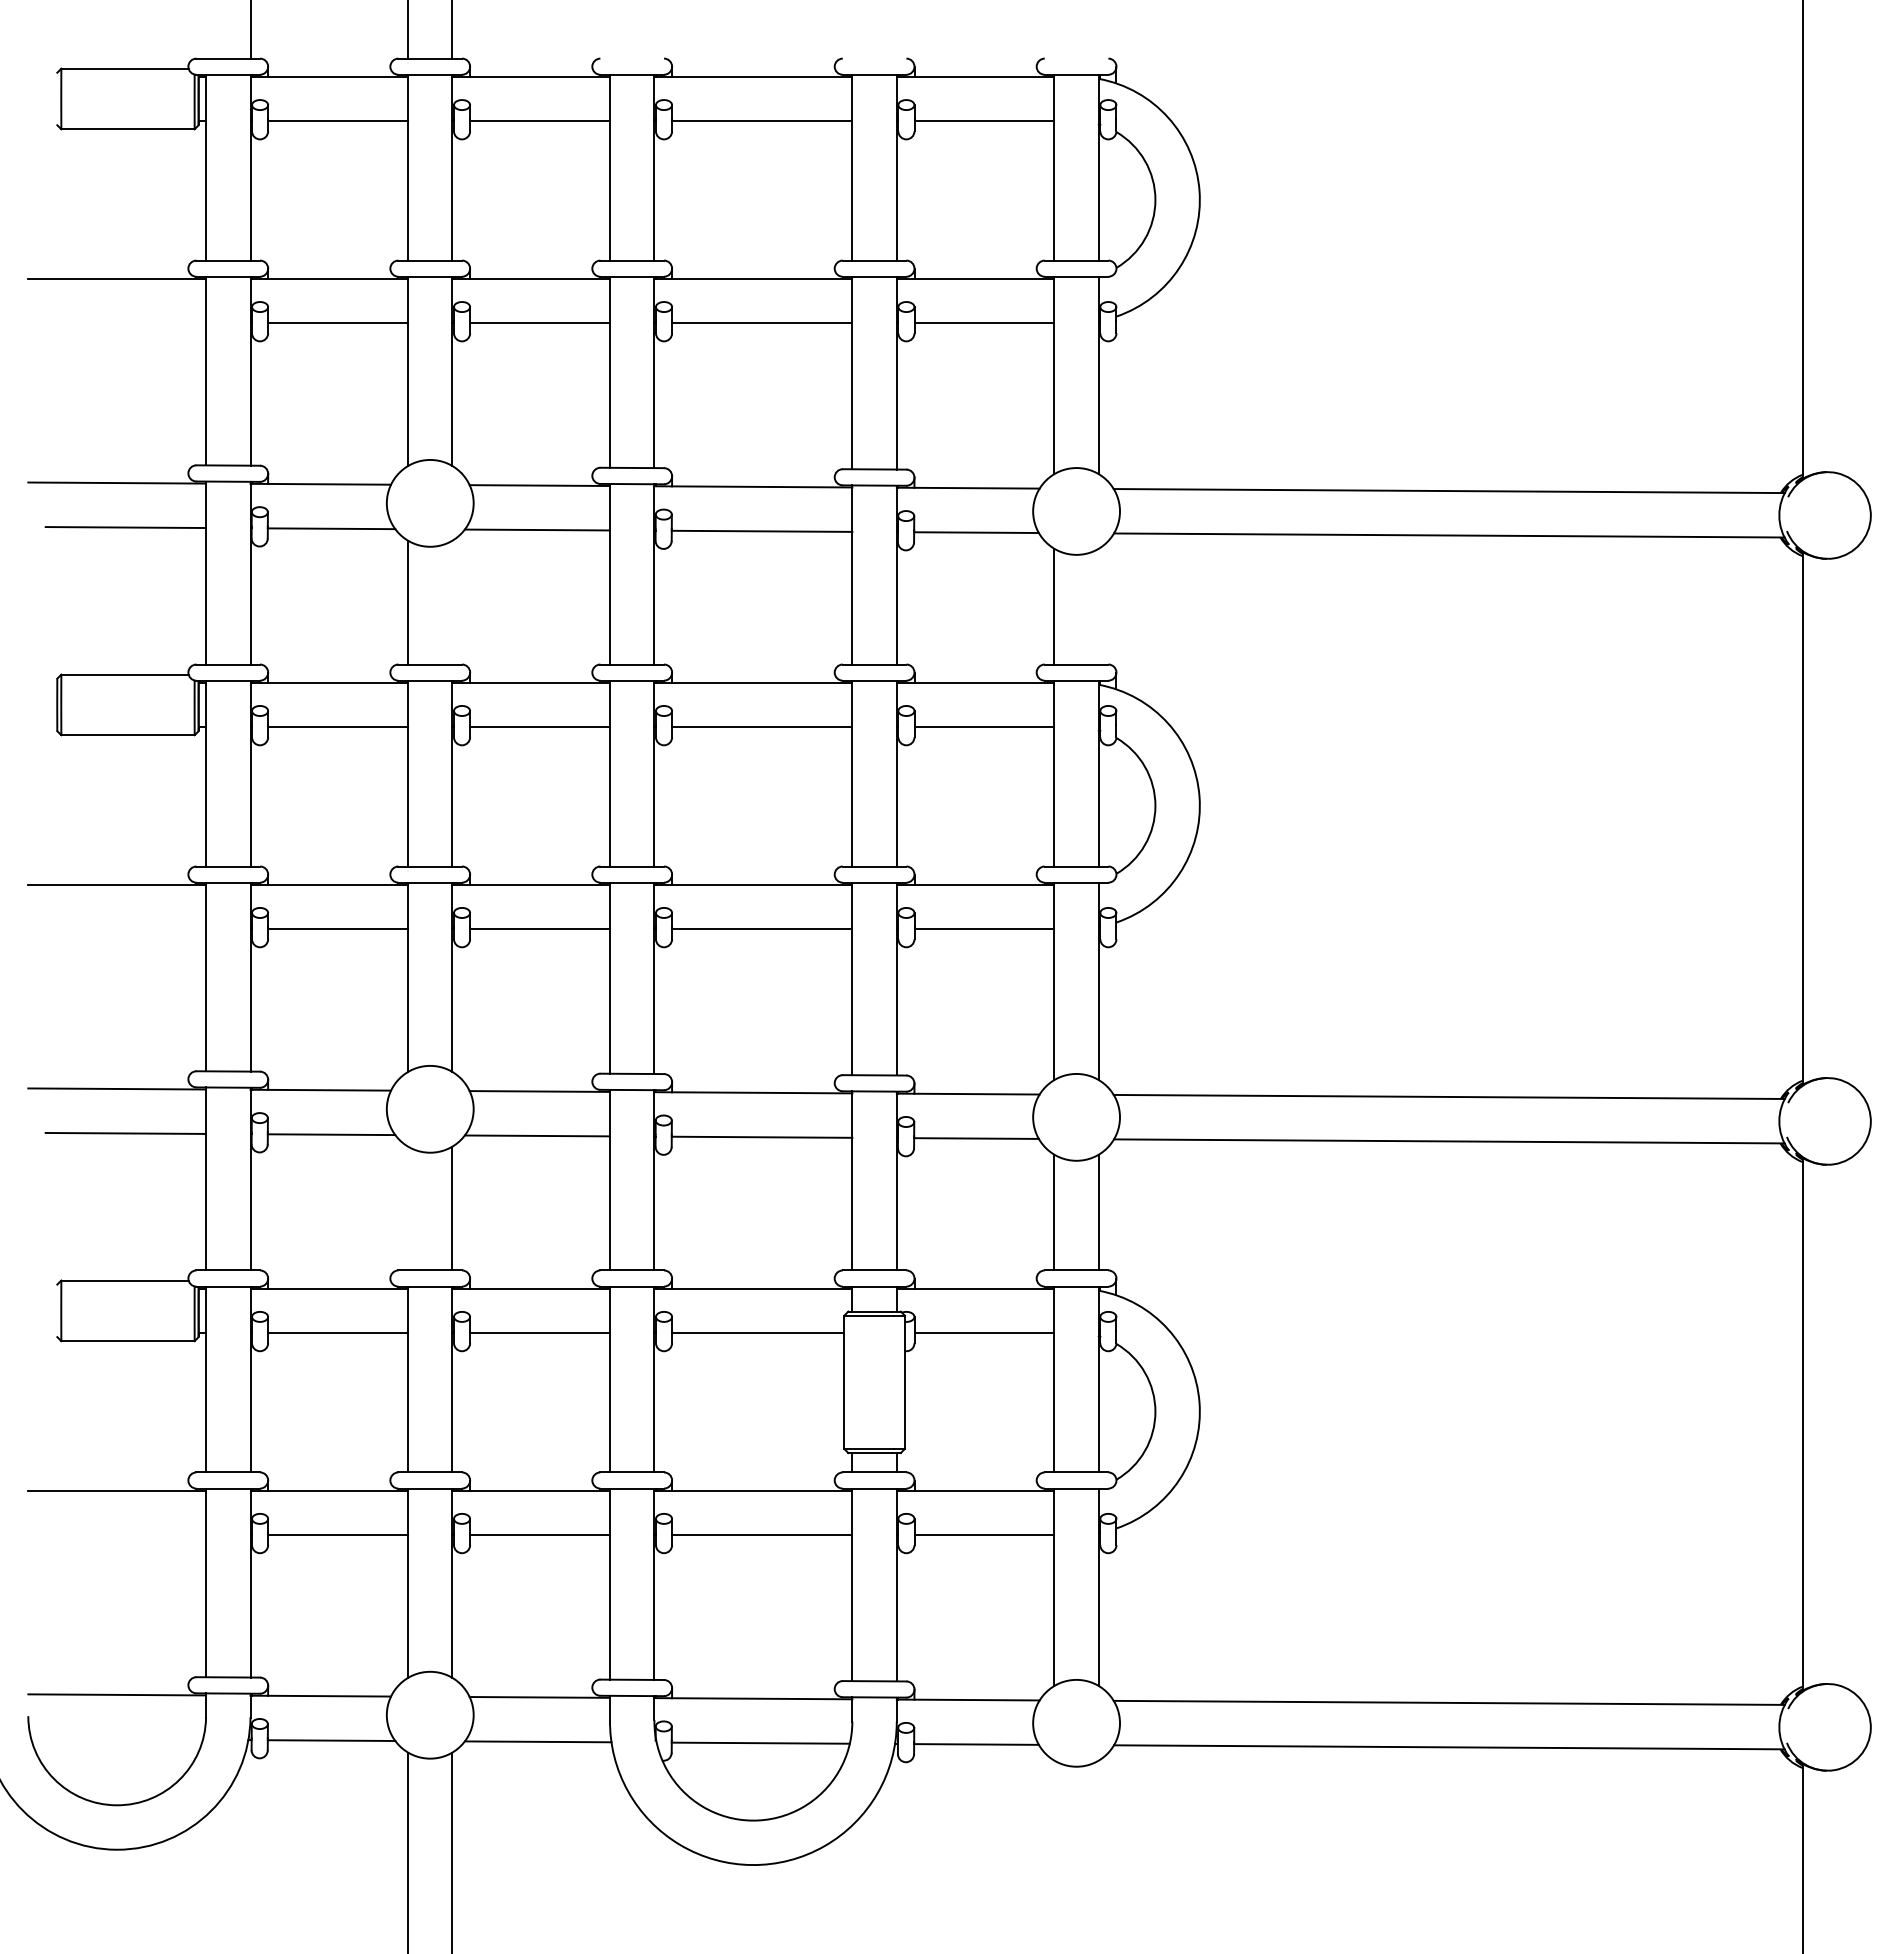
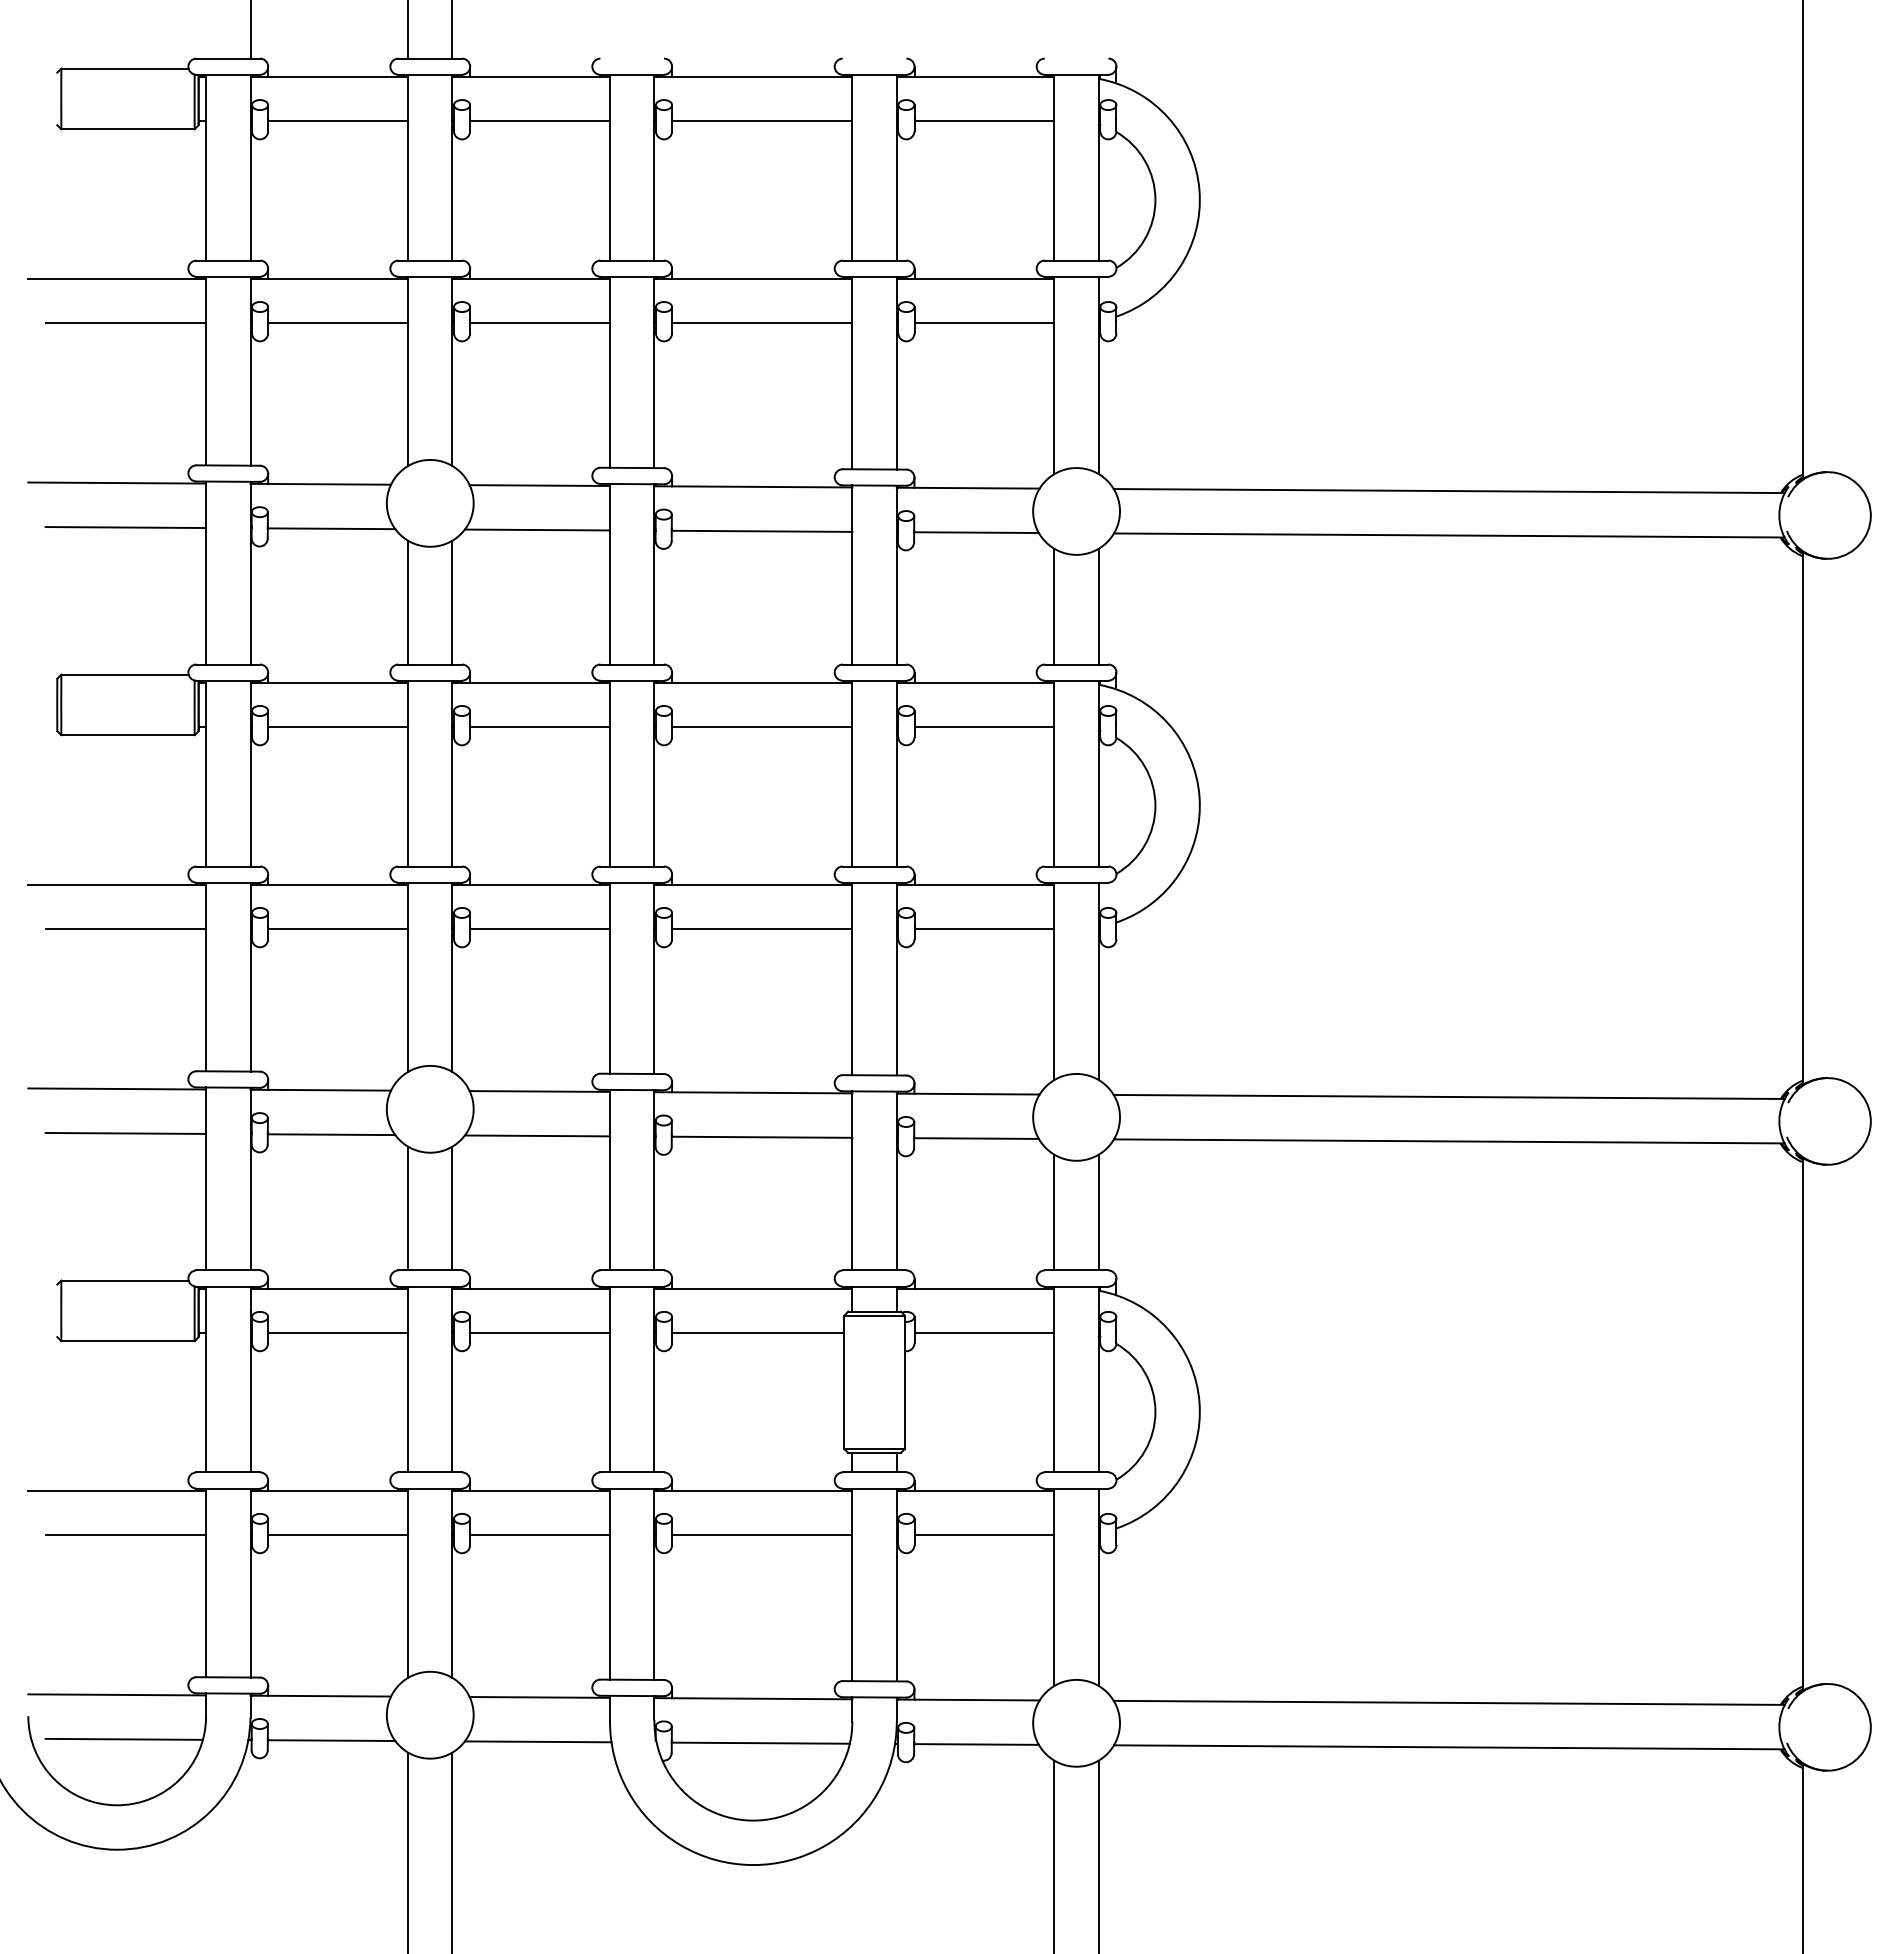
line at (126, 323): none -> present
line at (452, 602): none -> present
line at (1098, 606): none -> present
line at (126, 929): none -> present
line at (408, 1208): none -> present
line at (126, 1535): none -> present
line at (123, 1738): none -> present
line at (1054, 1855): none -> present
line at (1098, 1855): none -> present
